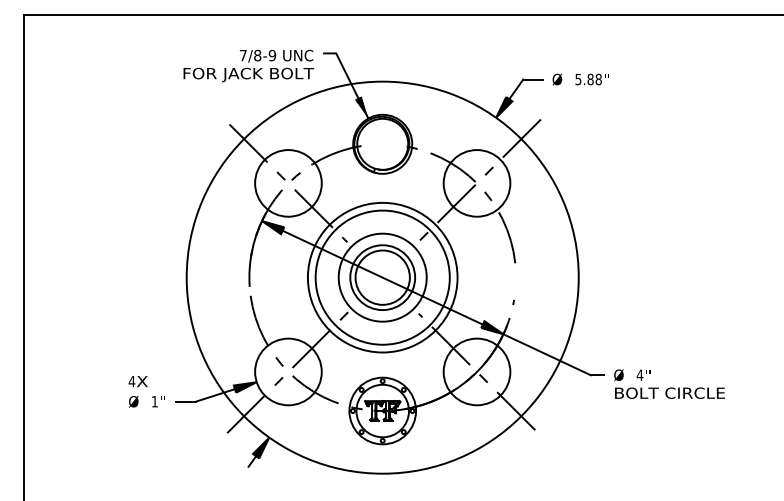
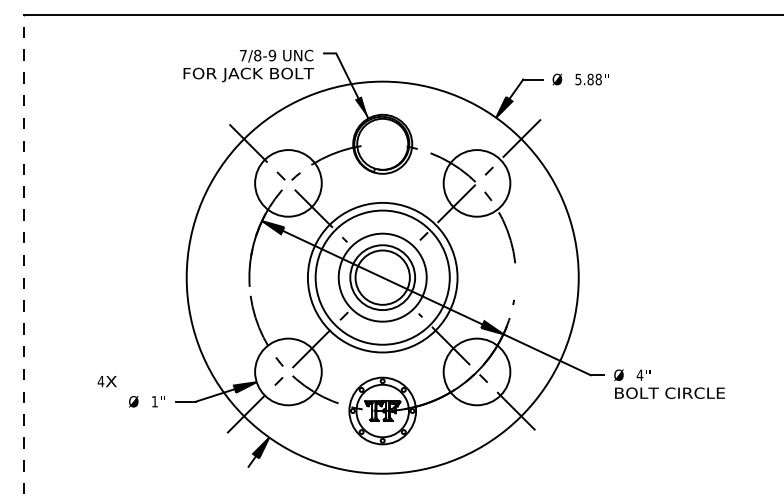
line at (23, 257): solid -> dashed
text at (137, 381) position: (137, 381) -> (106, 381)
